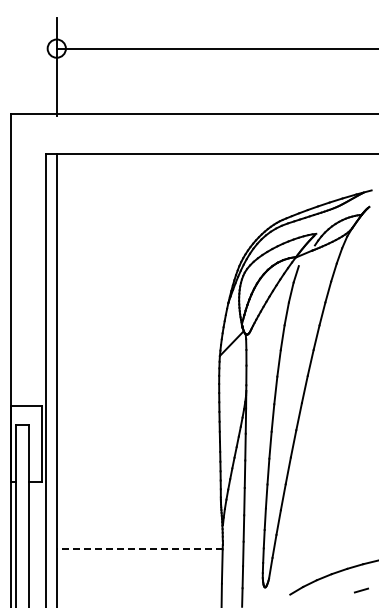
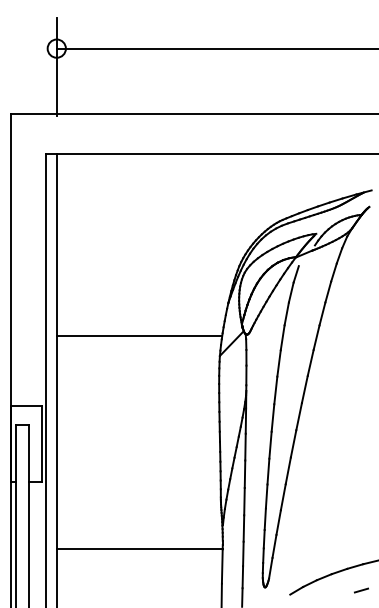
line at (139, 336): none -> present
line at (139, 549): dashed -> solid
